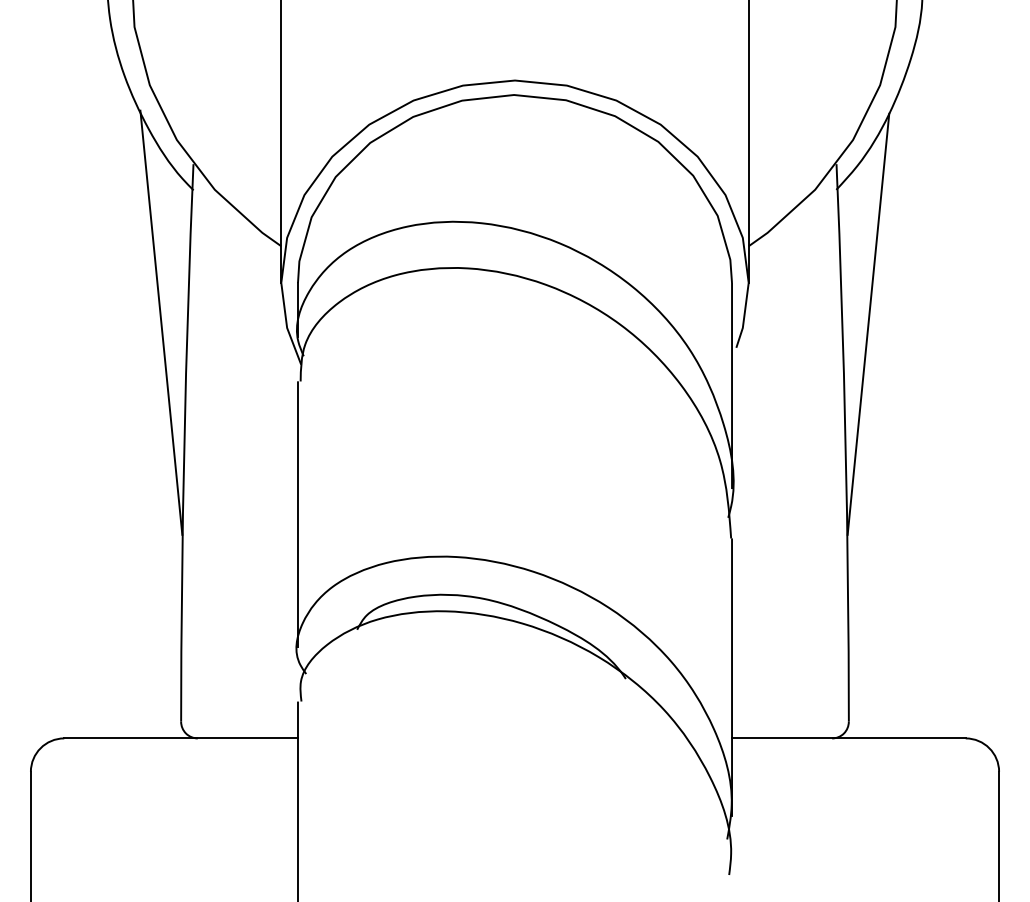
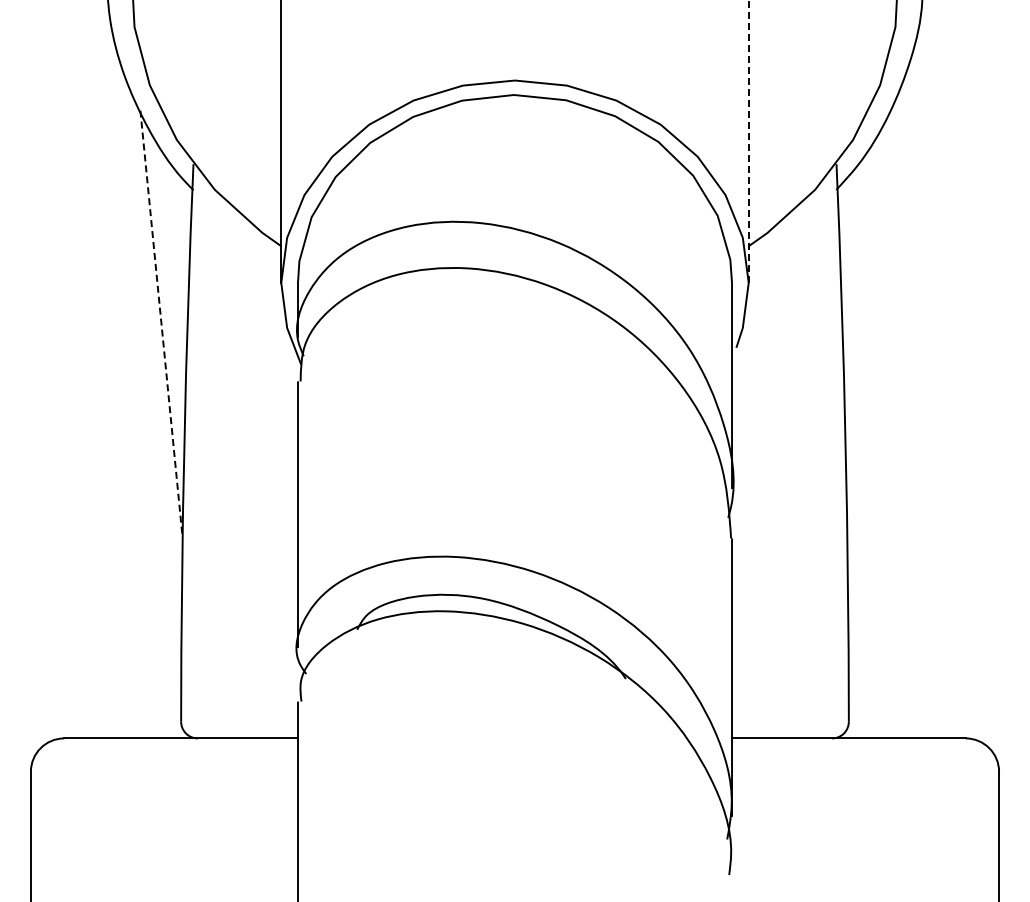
line at (748, 141): solid -> dashed
line at (161, 323): solid -> dashed
line at (868, 323): present -> none
